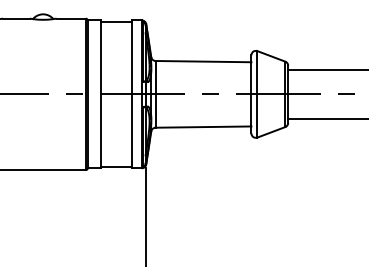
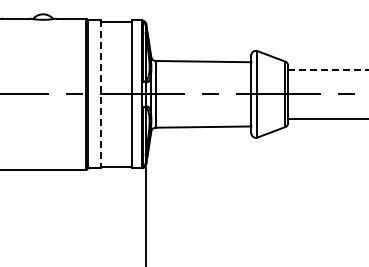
line at (329, 69): solid -> dashed
line at (101, 94): solid -> dashed
